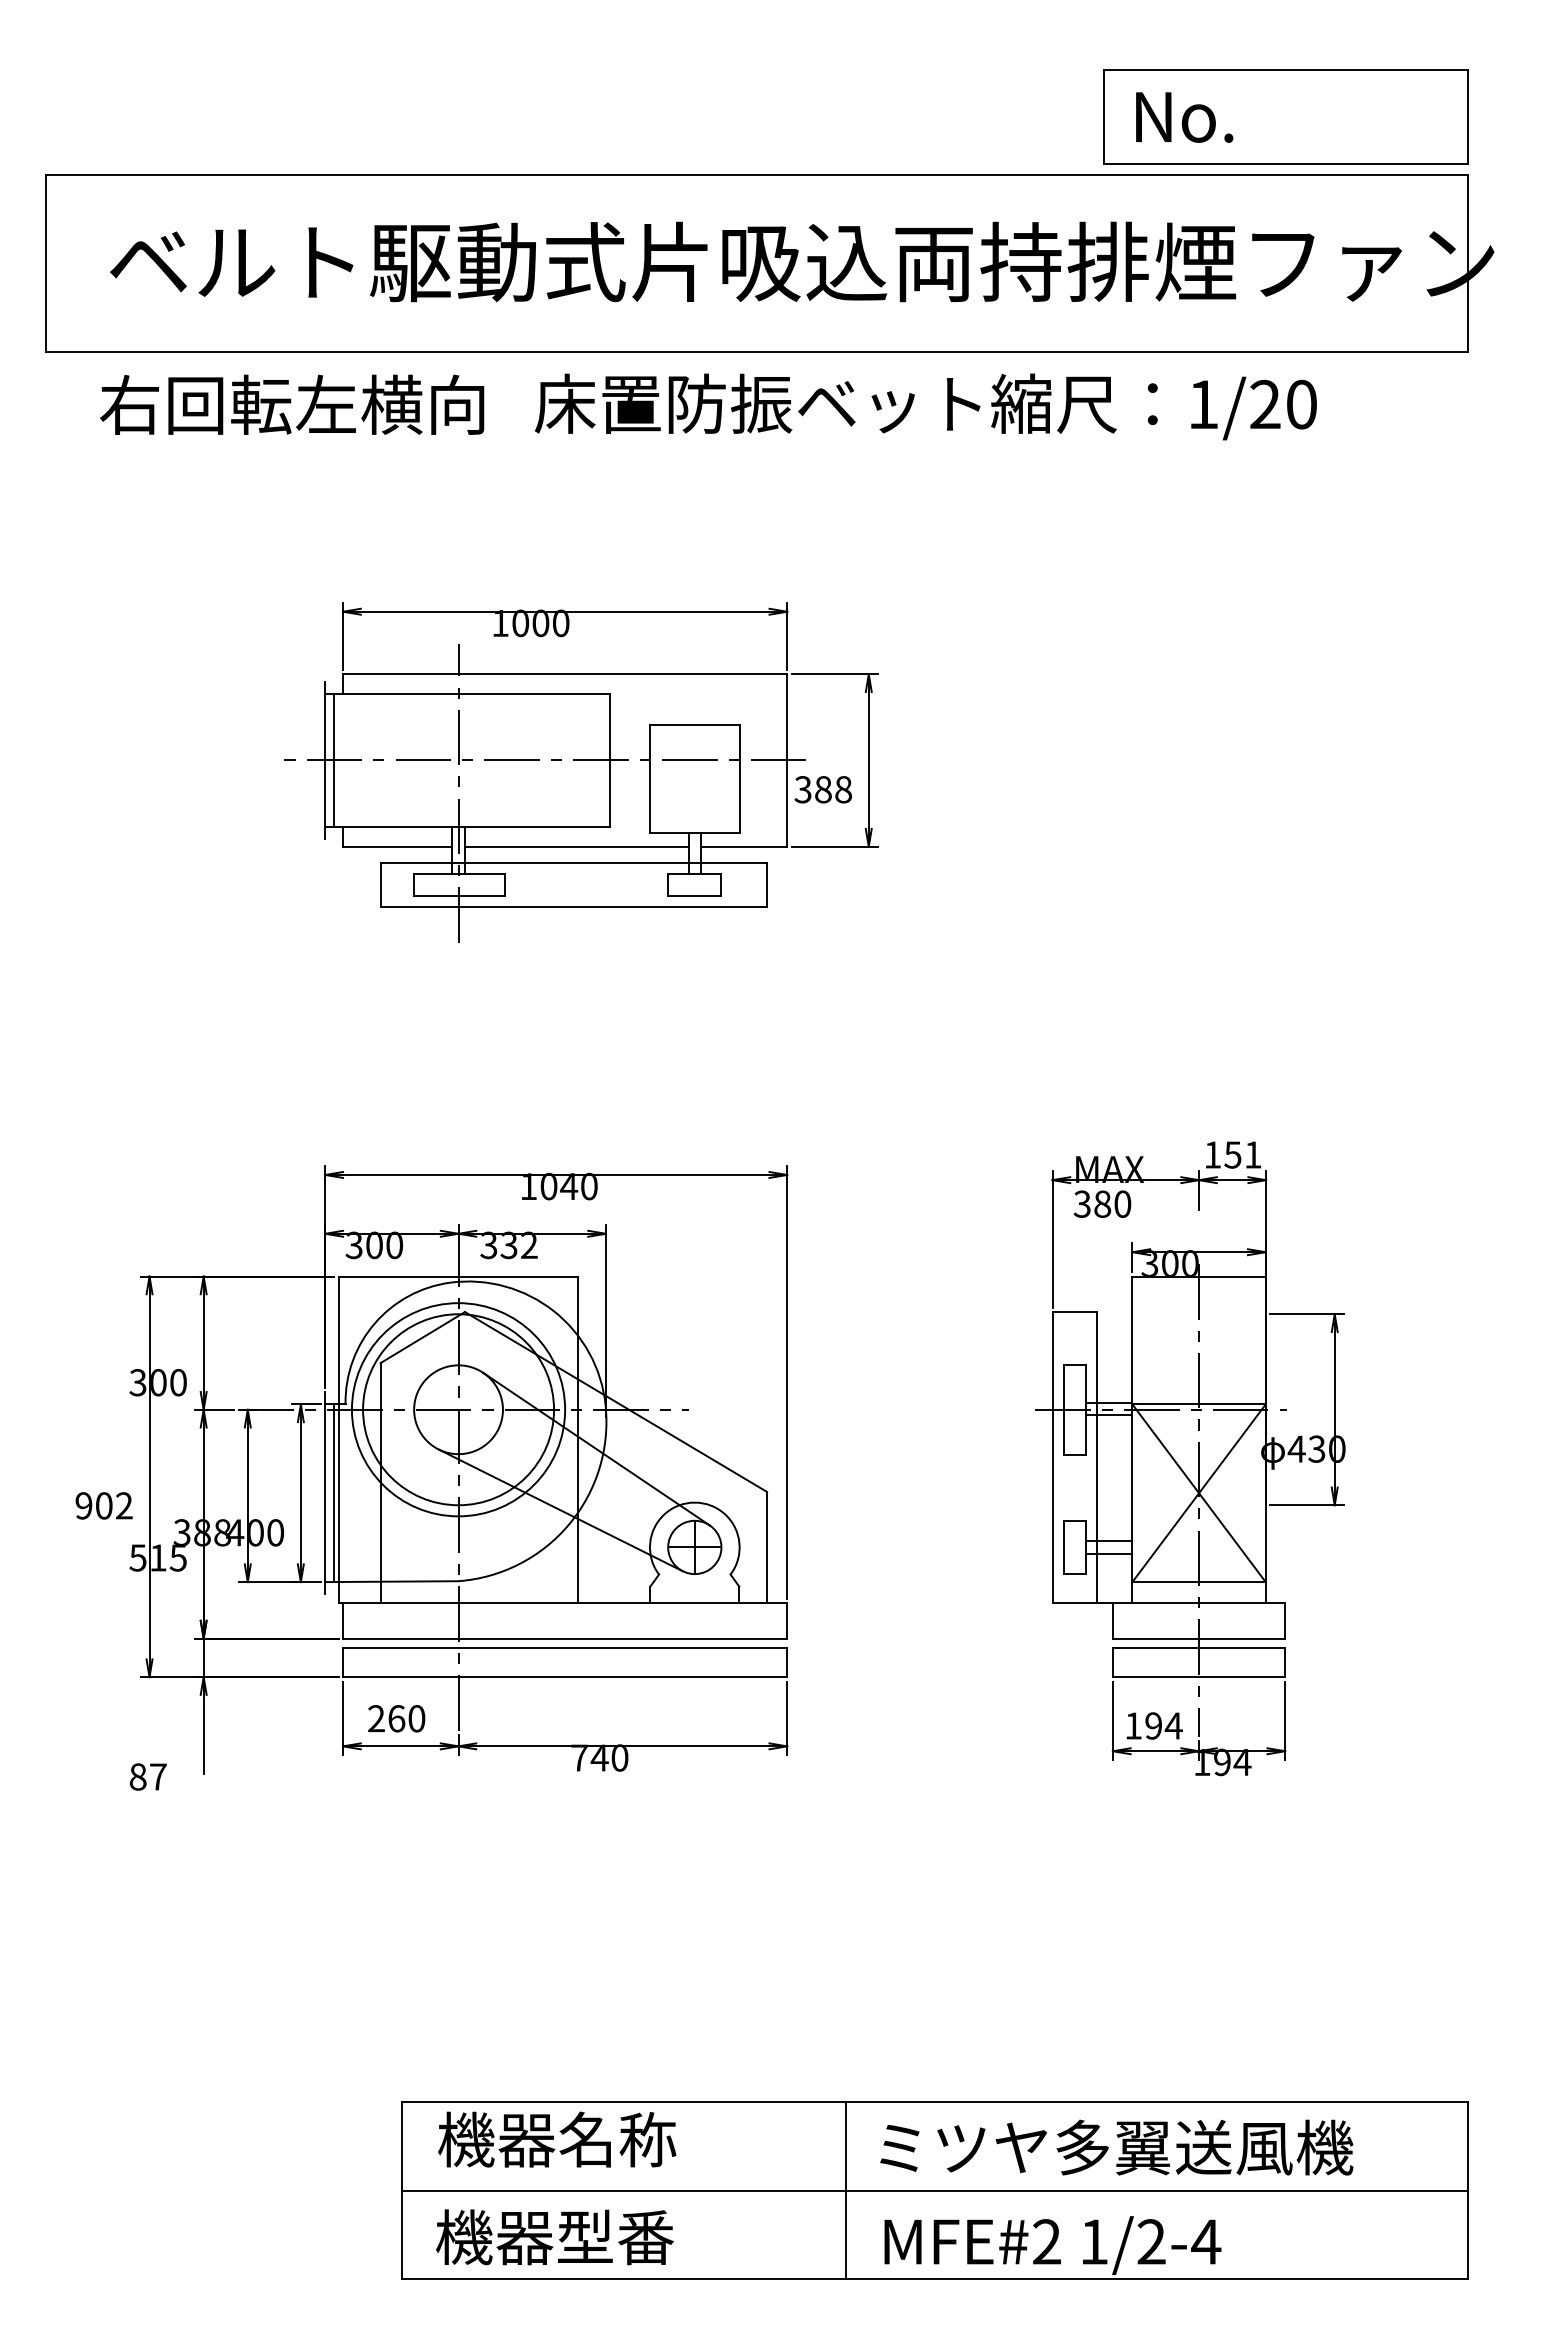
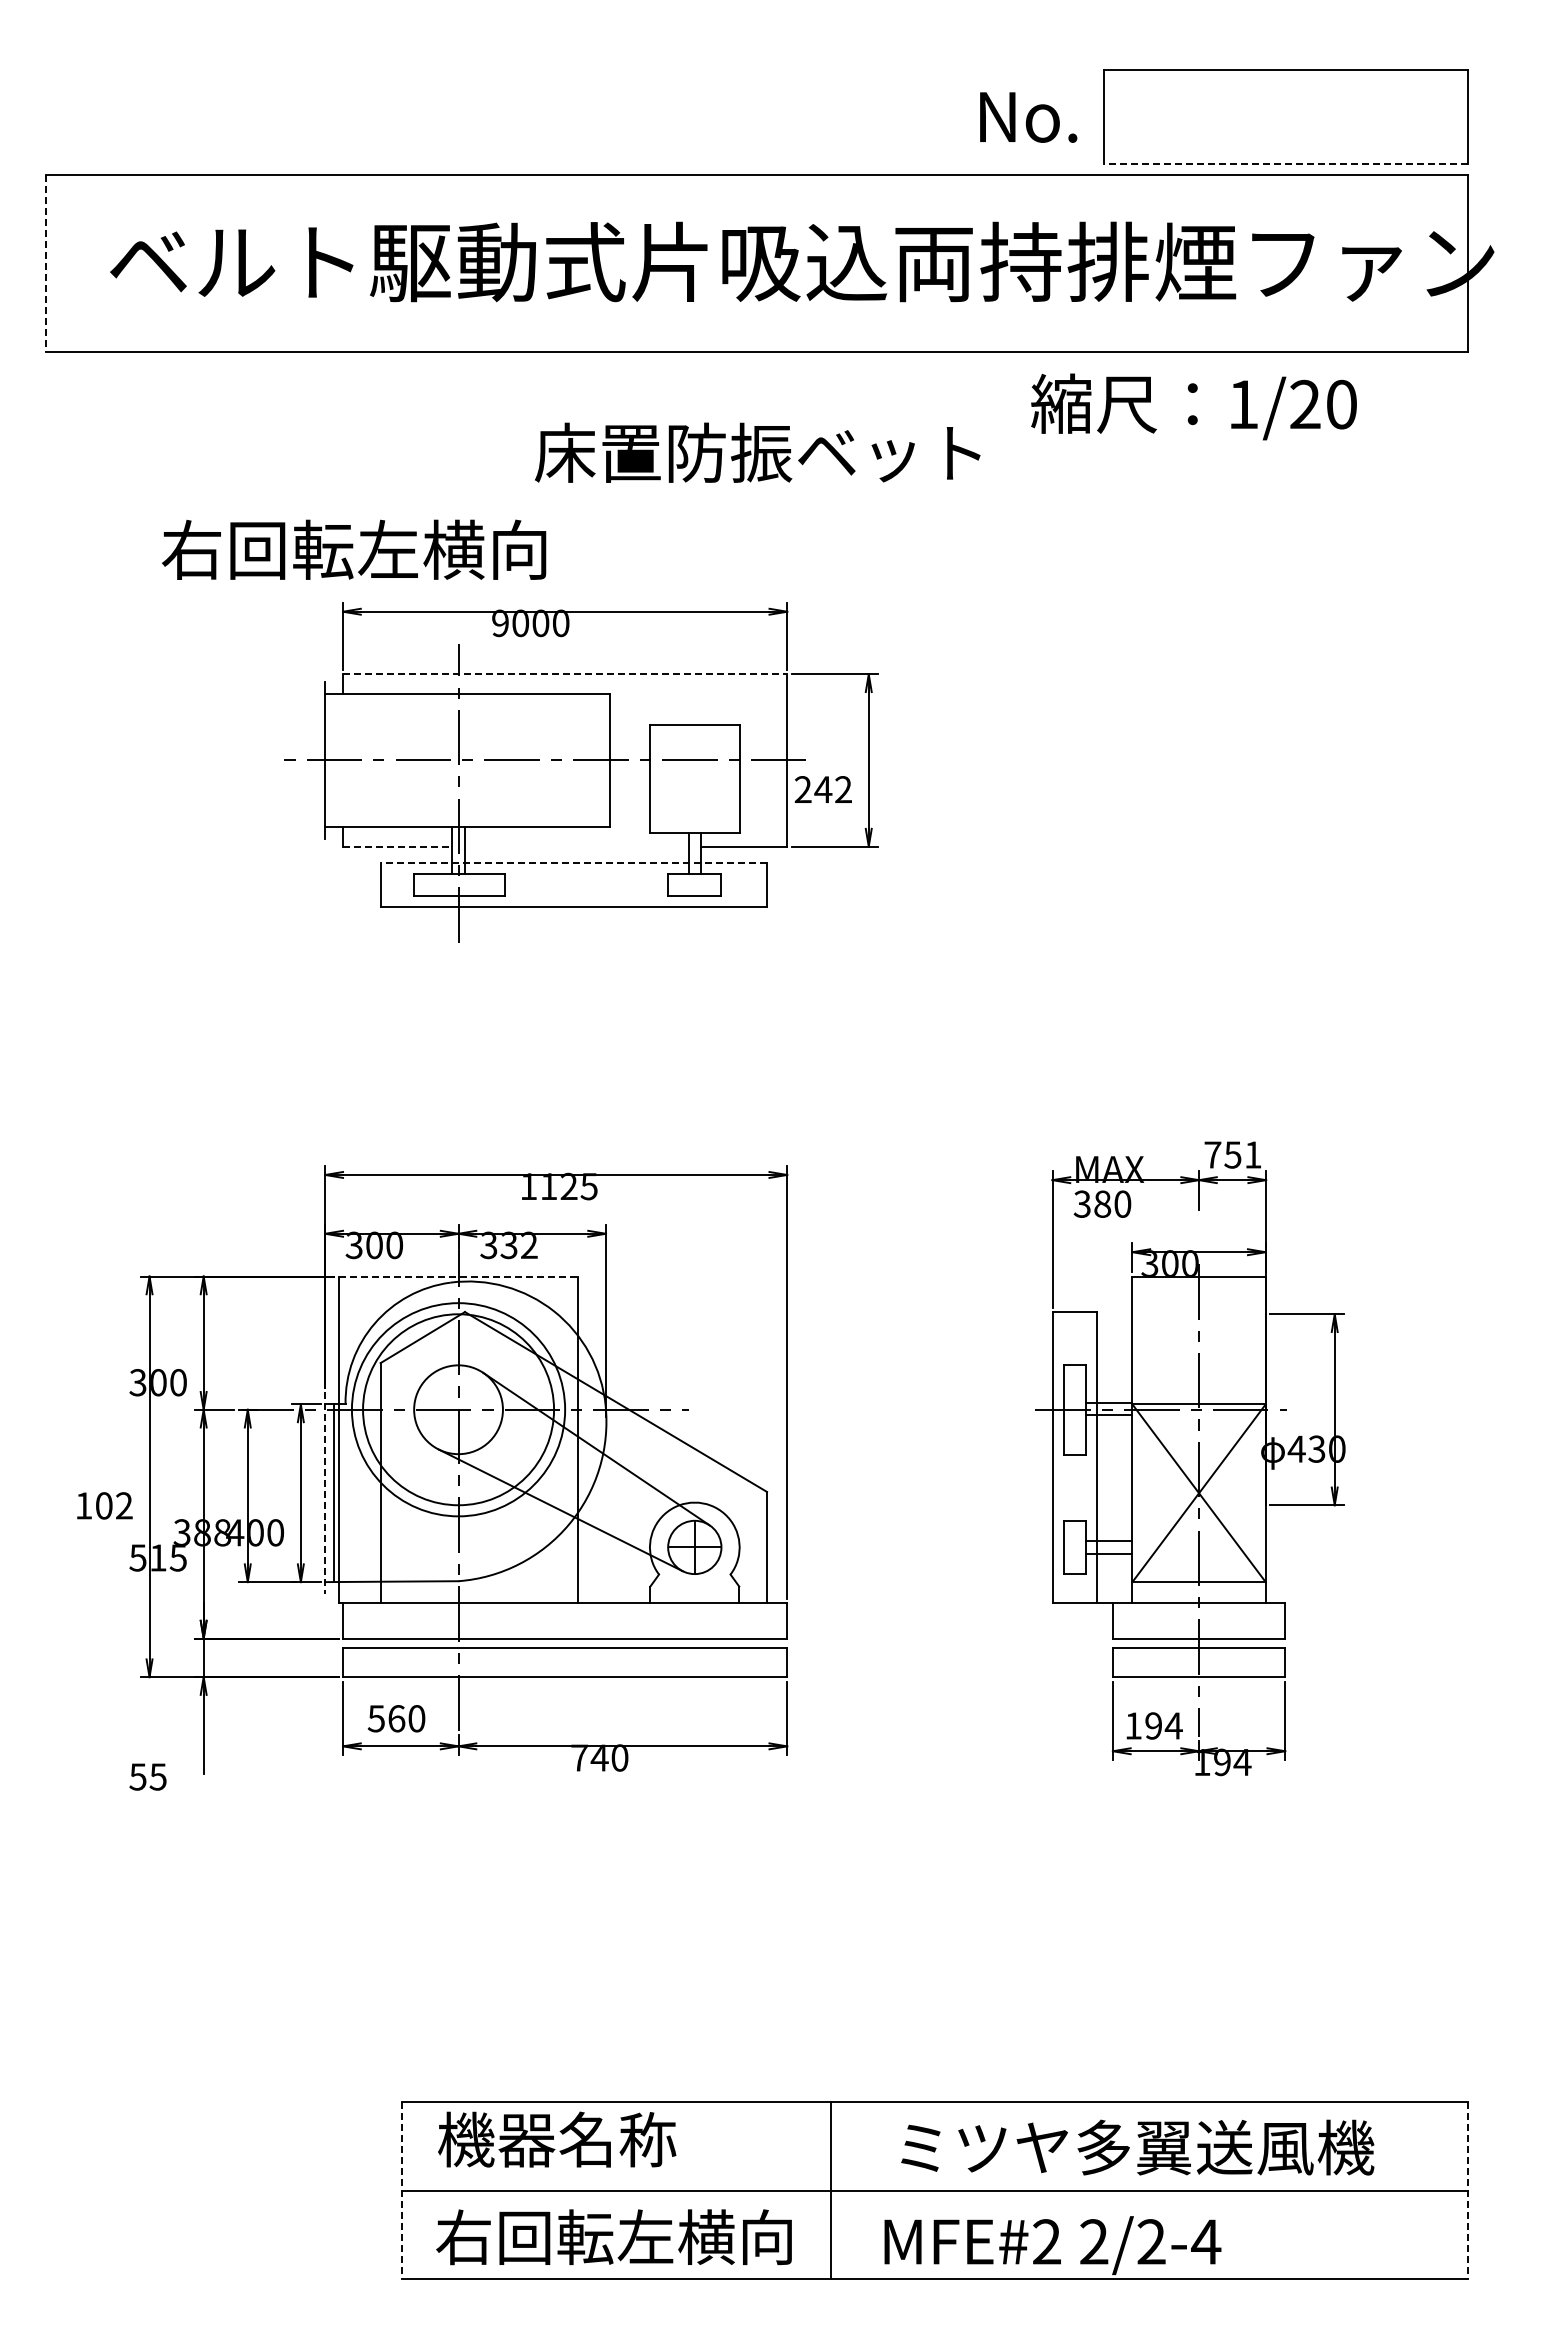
text at (1184, 117) position: (1184, 117) -> (1028, 117)
line at (1285, 164): solid -> dashed
line at (46, 263): solid -> dashed
text at (757, 403) position: (757, 403) -> (757, 452)
text at (292, 404) position: (292, 404) -> (354, 549)
text at (1153, 406) position: (1153, 406) -> (1193, 406)
text at (500, 623): 1000 -> 9000
line at (565, 674): solid -> dashed
line at (334, 760): present -> none
text at (823, 789): 388 -> 242
line at (397, 846): solid -> dashed
line at (576, 846): present -> none
line at (573, 862): solid -> dashed
text at (1212, 1154): 151 -> 751
text at (568, 1186): 1040 -> 1125
line at (458, 1276): solid -> dashed
line at (325, 1493): solid -> dashed
text at (83, 1505): 902 -> 102
text at (375, 1718): 260 -> 560
text at (147, 1776): 87 -> 55
text at (1116, 2147) position: (1116, 2147) -> (1137, 2147)
line at (401, 2190): solid -> dashed
line at (845, 2190) position: (845, 2190) -> (830, 2190)
line at (1467, 2190): solid -> dashed
text at (613, 2237): 機器型番 -> 右回転左横向
text at (1094, 2241): 1/2-4 -> 2/2-4
